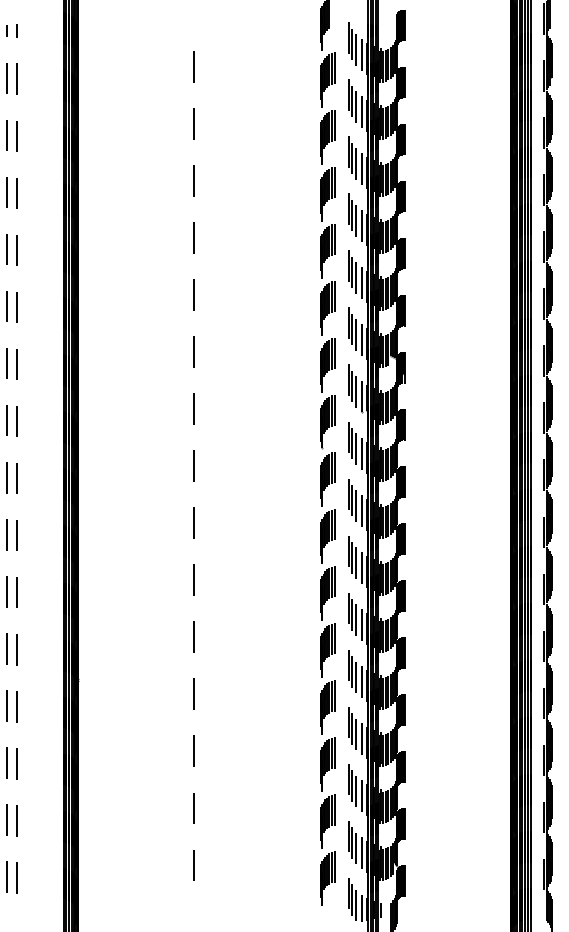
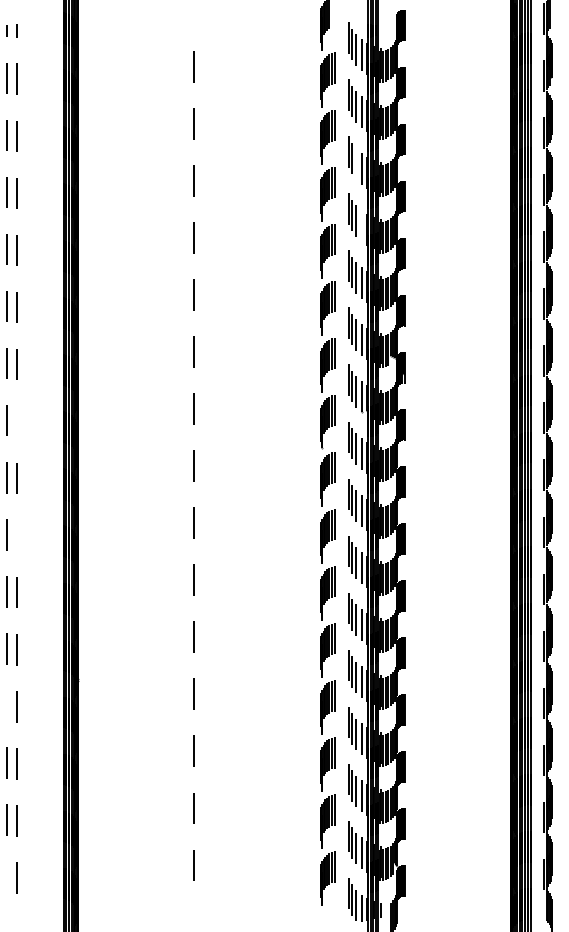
line at (356, 163): present -> none
line at (361, 225): present -> none
line at (16, 421): present -> none
line at (17, 535): present -> none
line at (6, 705): present -> none
line at (6, 876): present -> none
